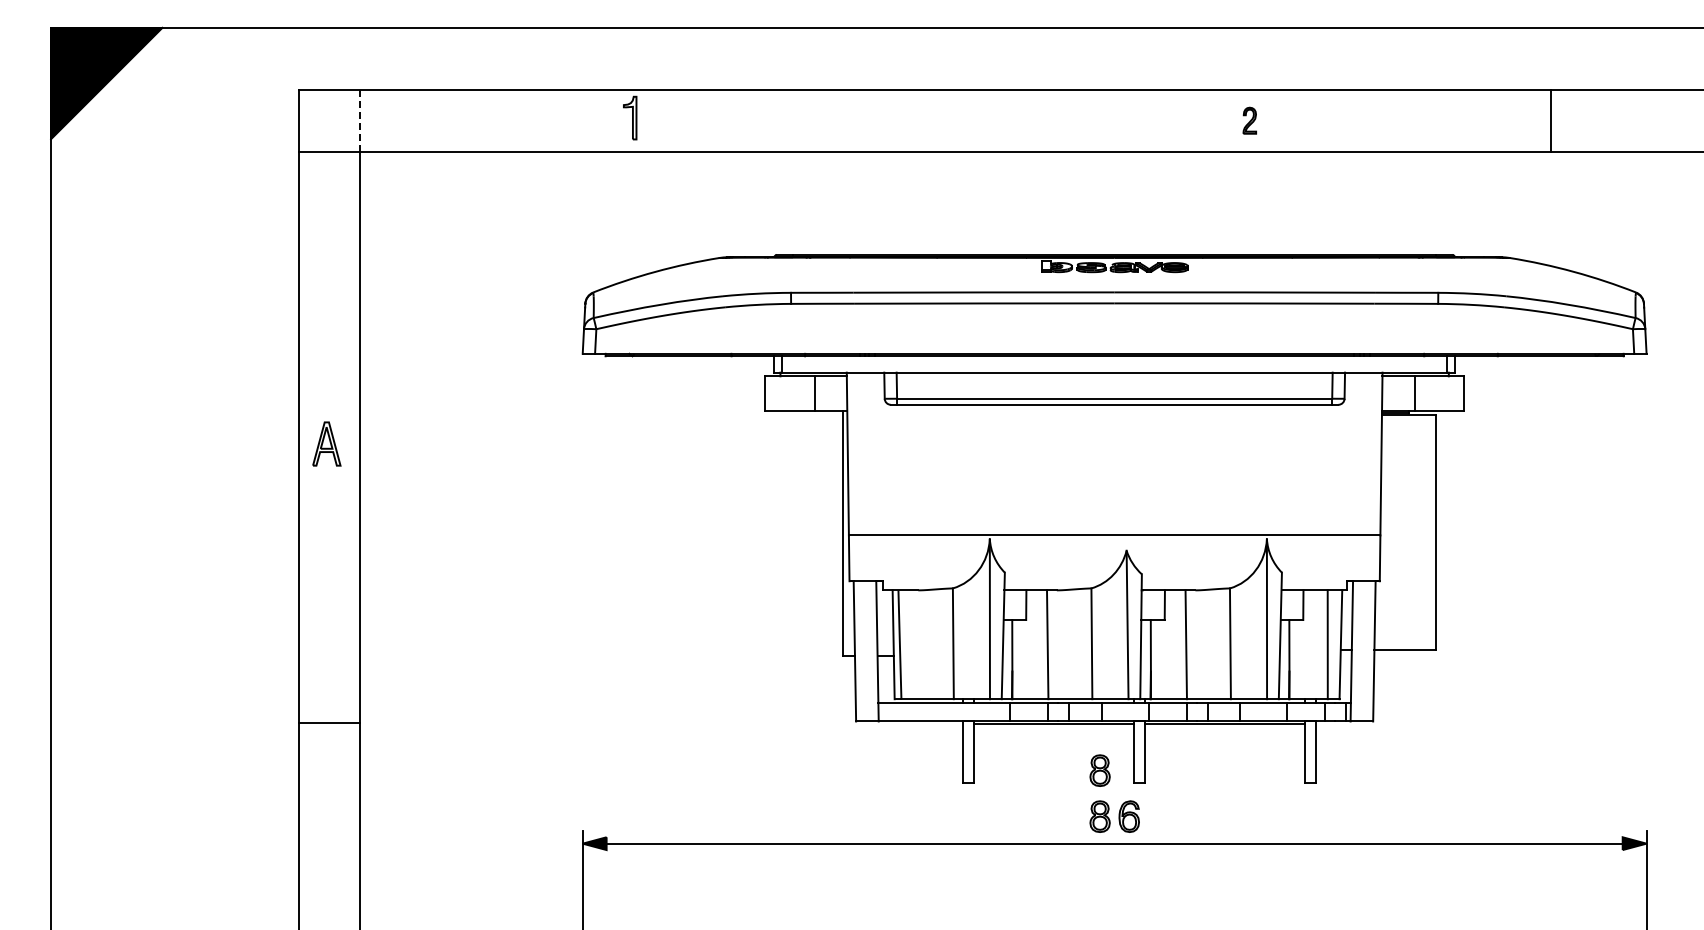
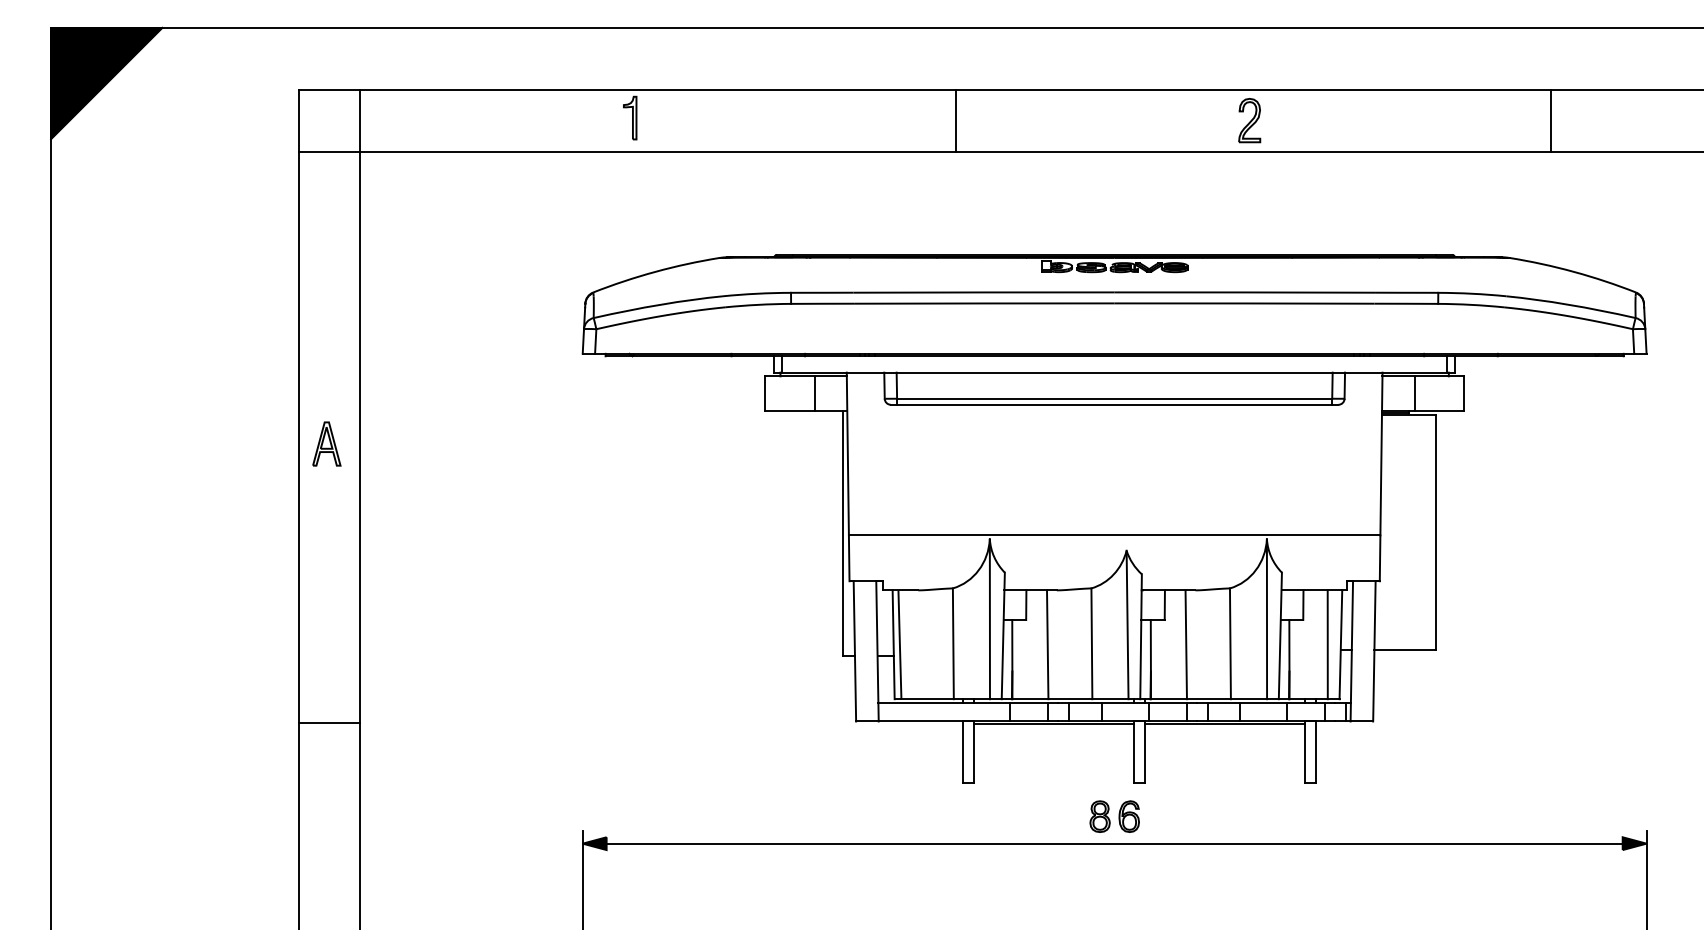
line at (360, 120): dashed -> solid
line at (955, 120): none -> present
part at (1249, 120) size: 15x29 px -> 24x46 px
part at (1099, 770): present -> none
